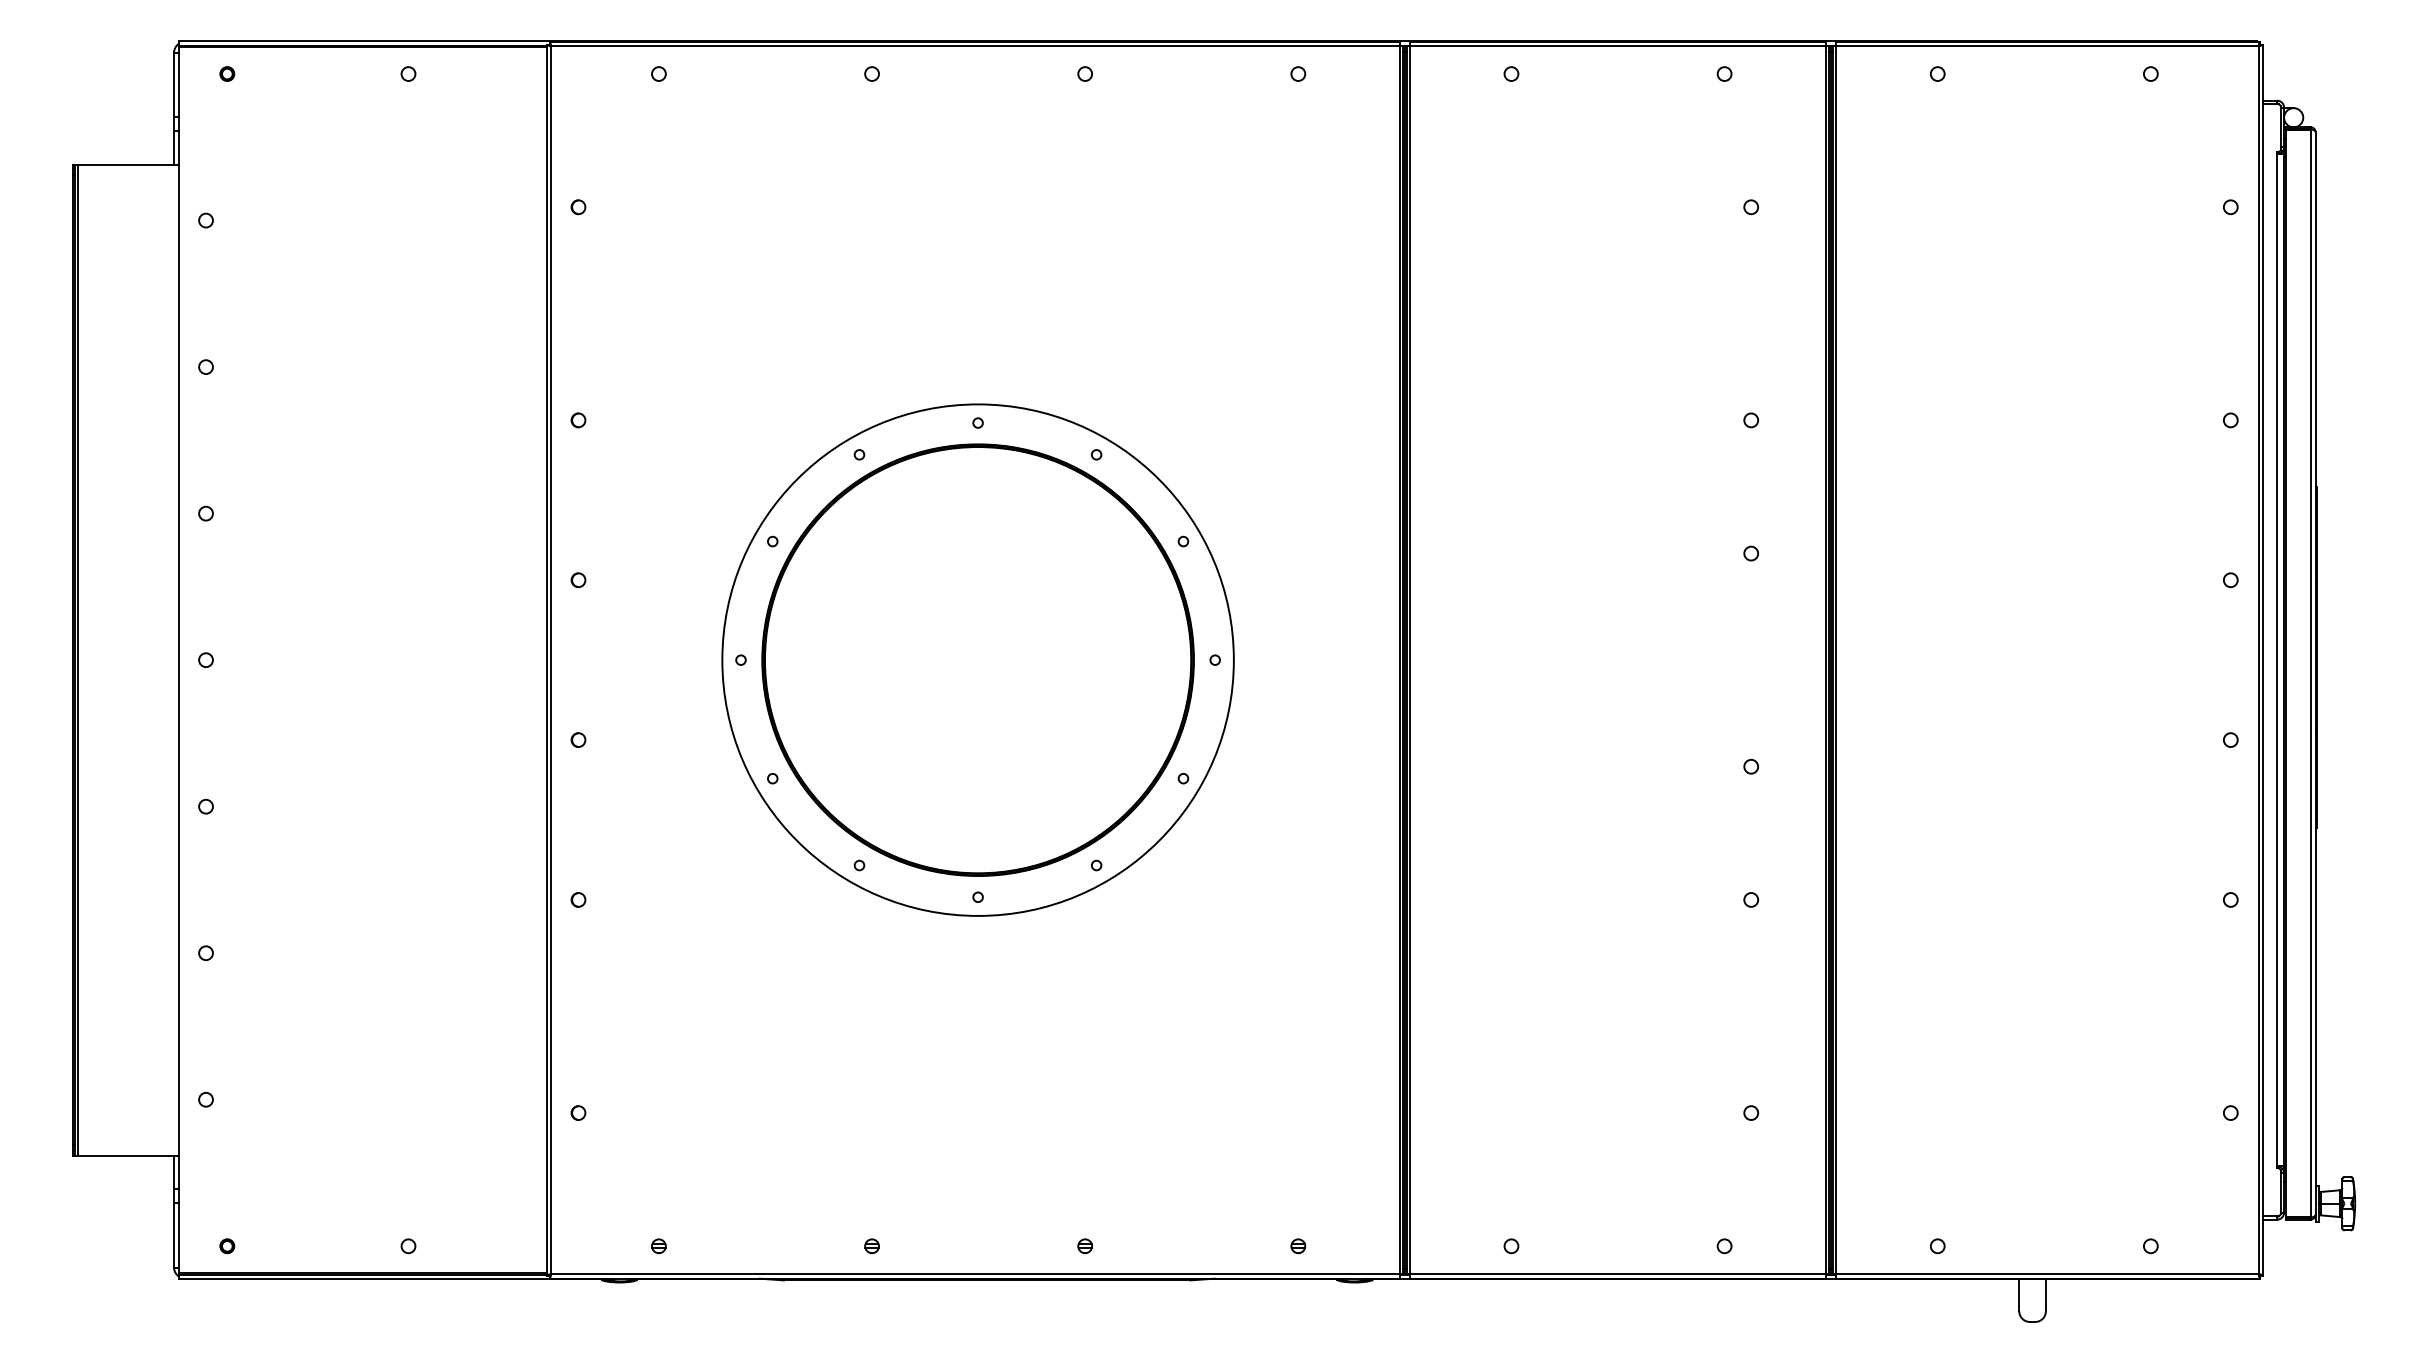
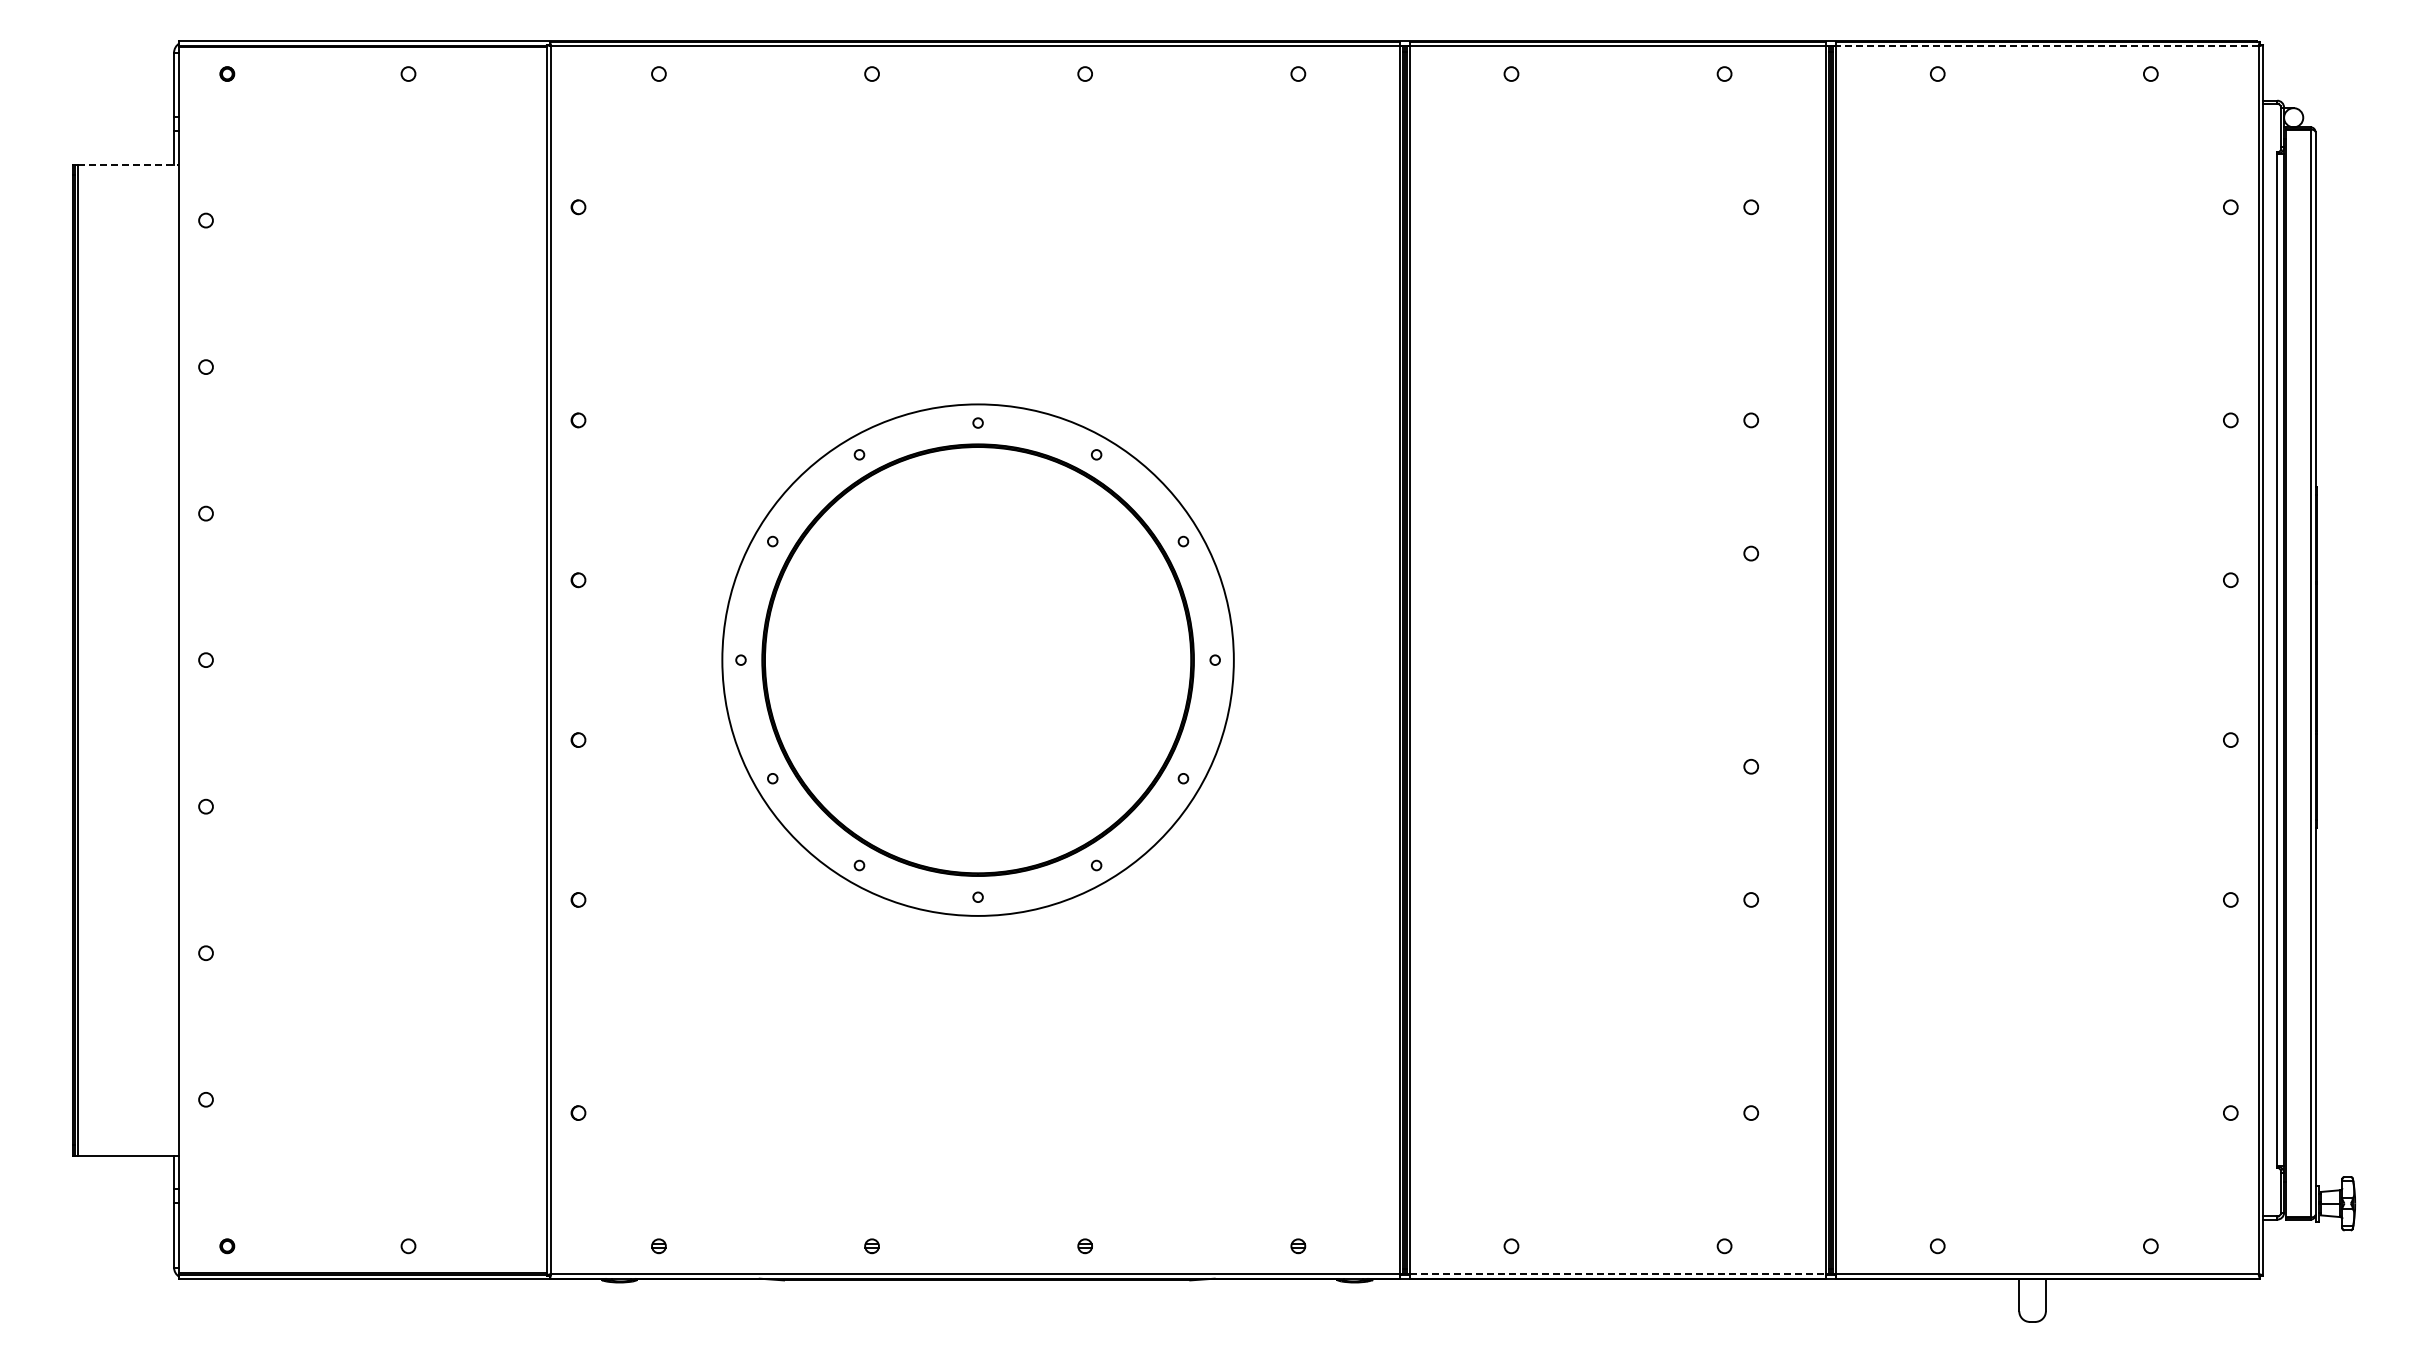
line at (2046, 46): solid -> dashed
line at (128, 164): solid -> dashed
line at (1618, 1274): solid -> dashed
